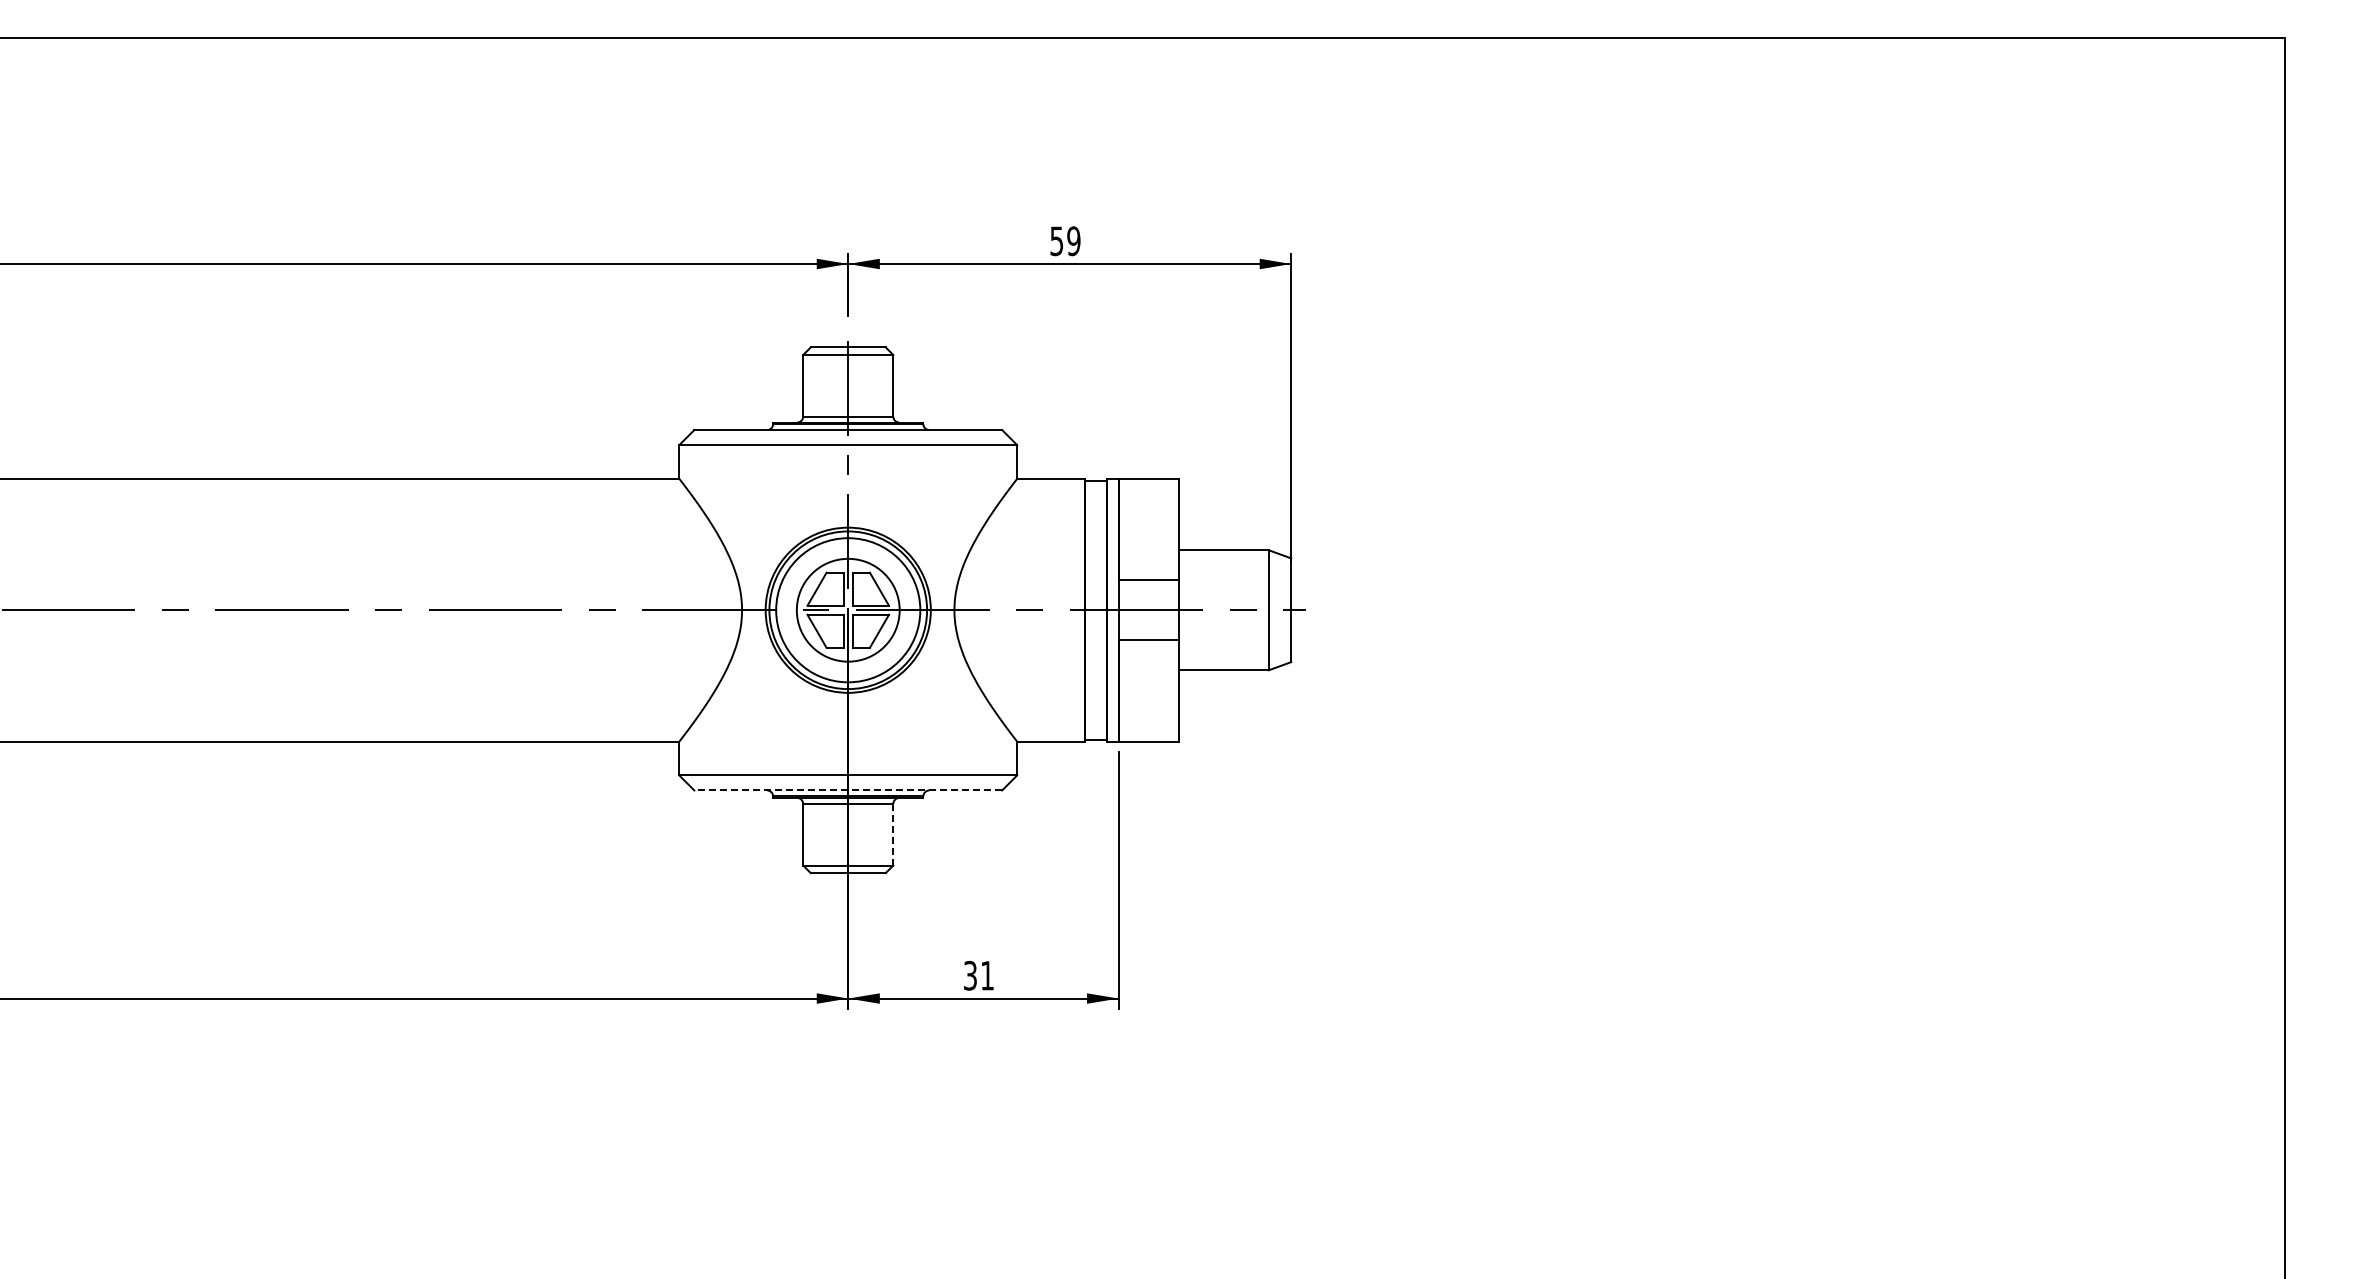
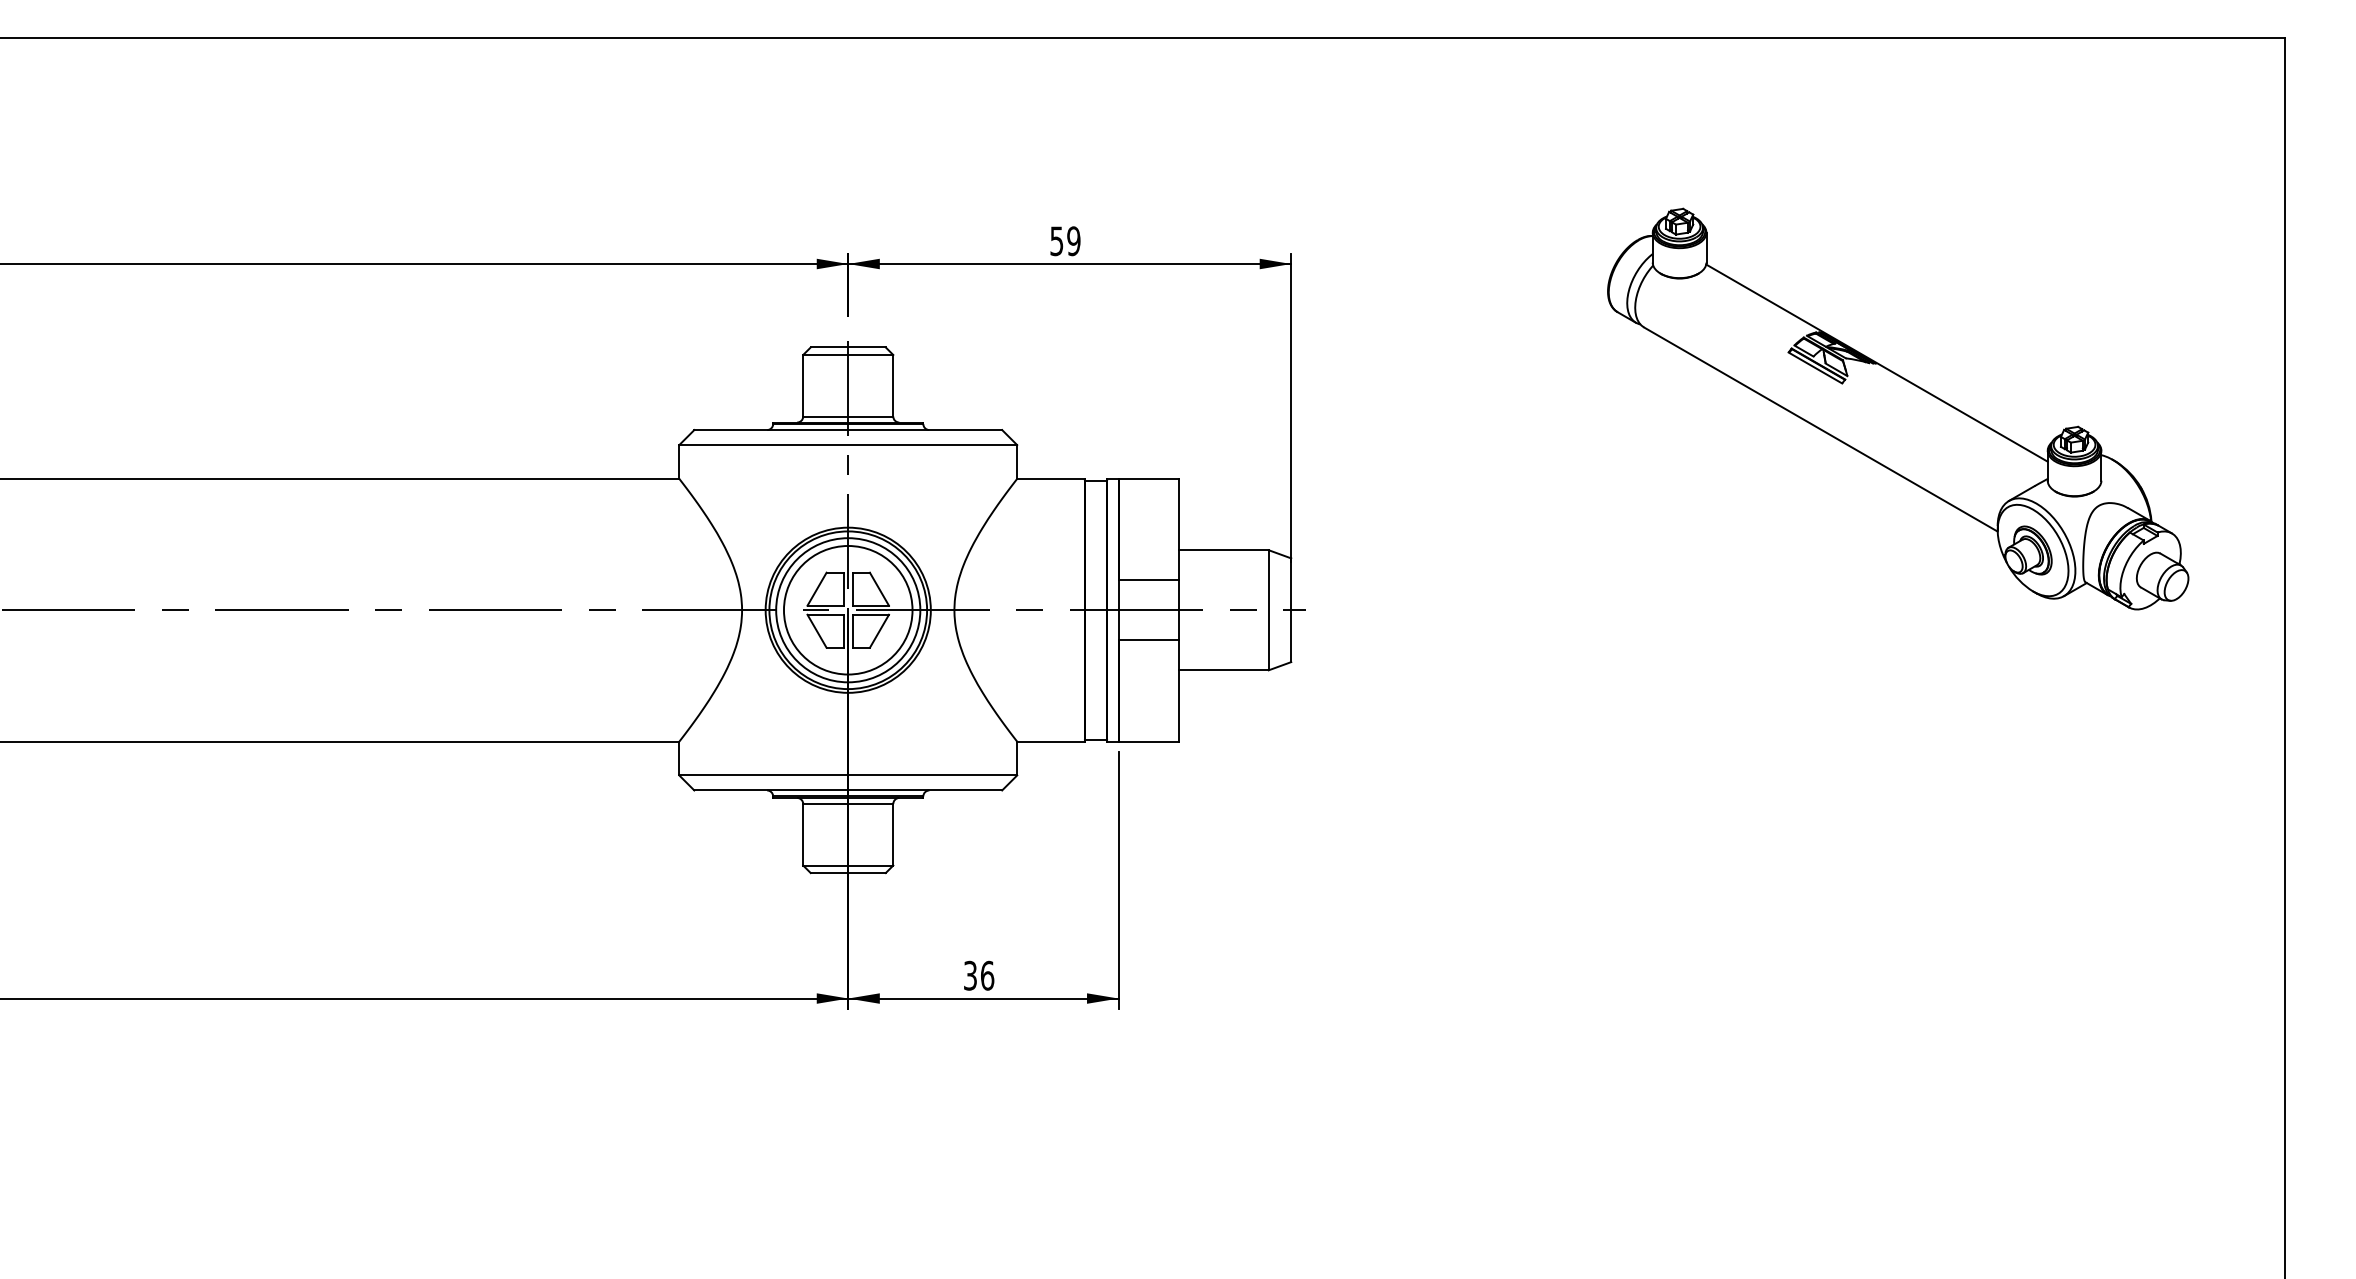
part at (1898, 408): none -> present
circle at (847, 609) diameter: 103 px -> 129 px
line at (848, 790): dashed -> solid
line at (893, 834): dashed -> solid
text at (987, 975): 31 -> 36
